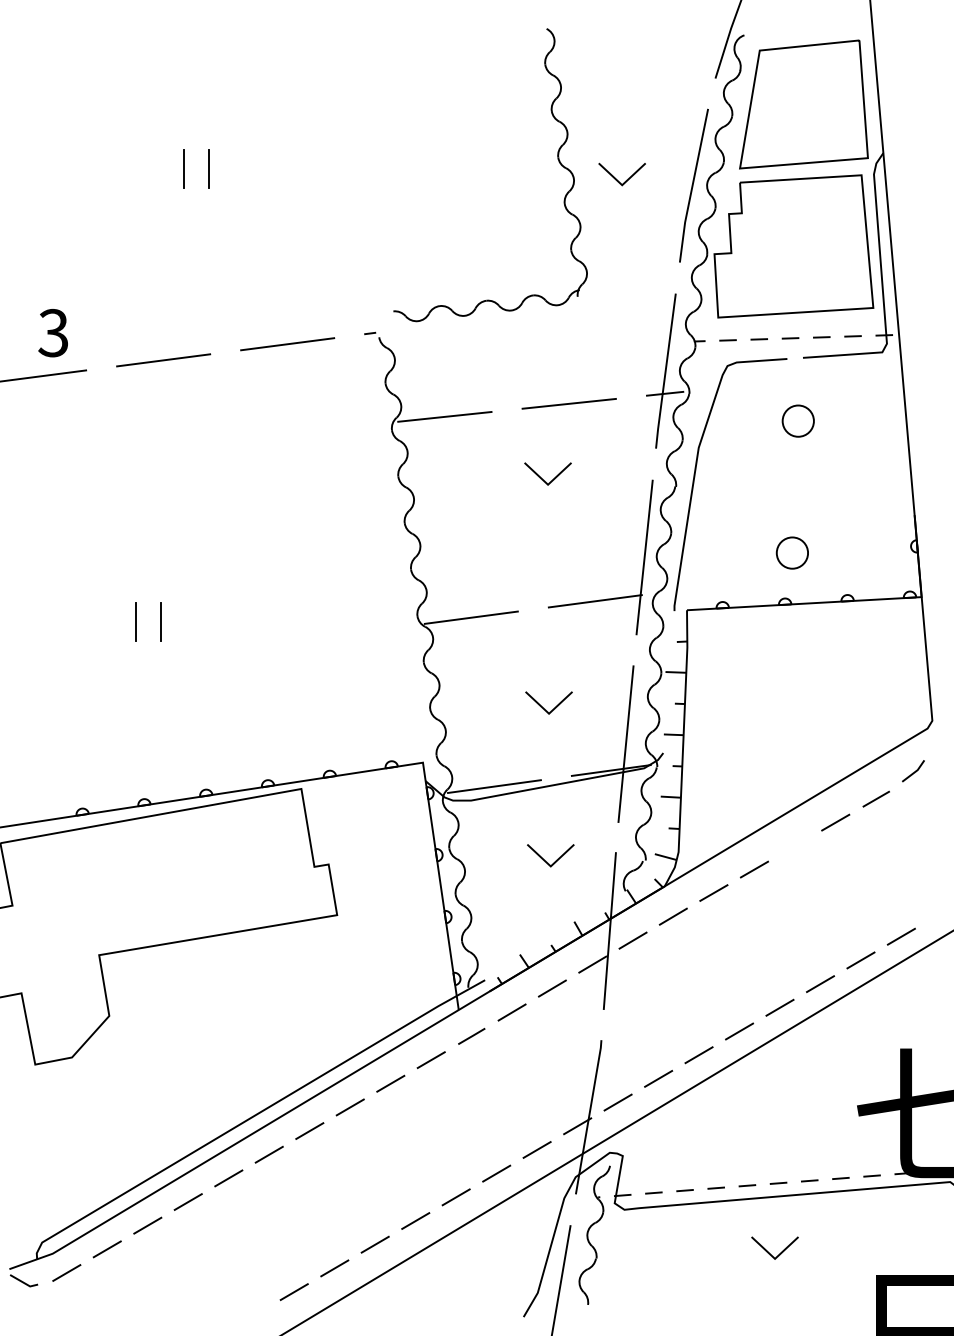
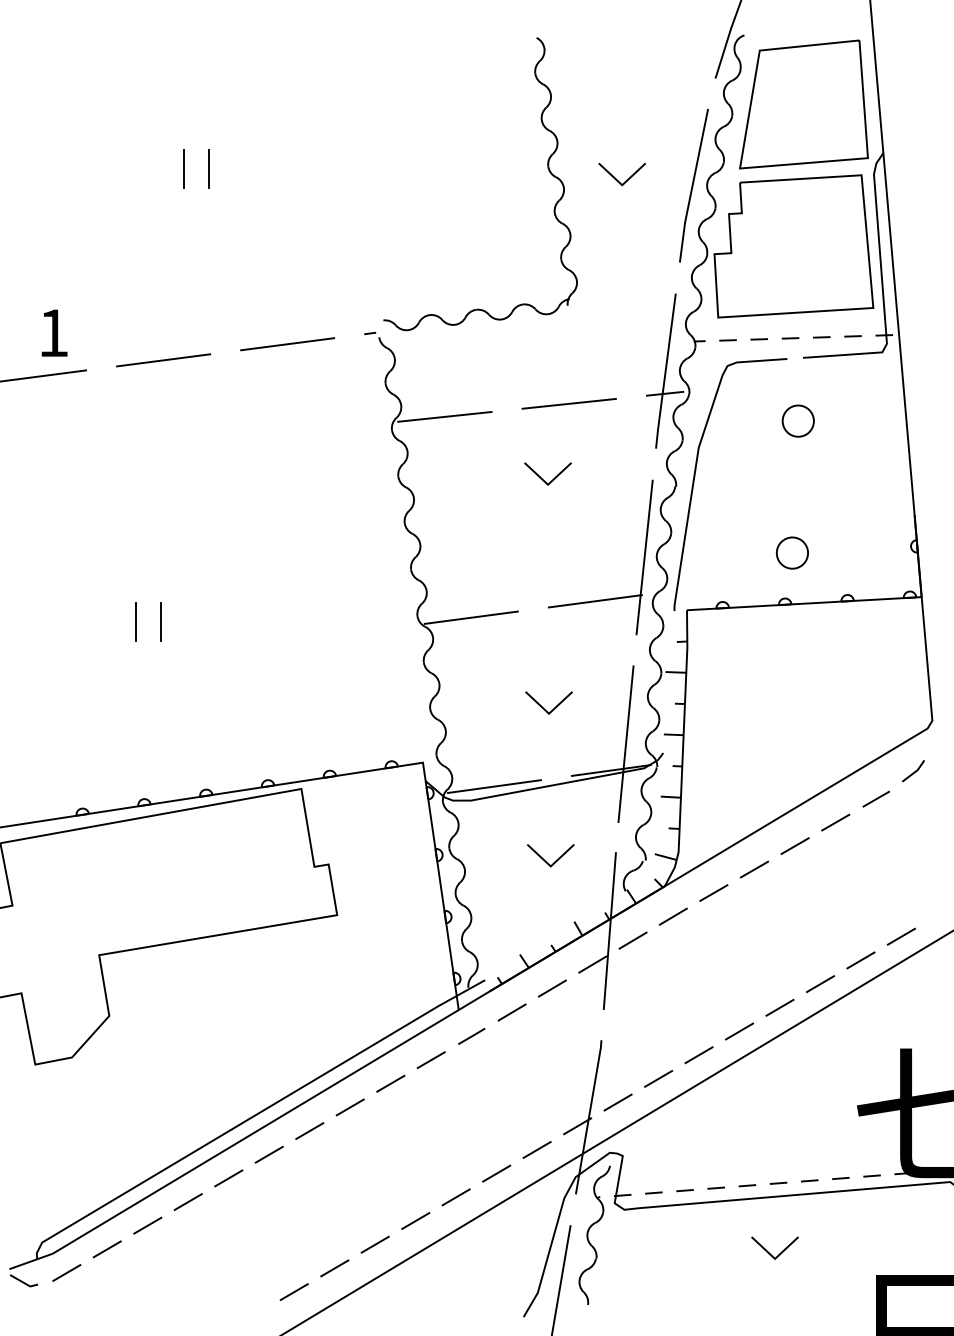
part at (557, 159) position: (557, 159) -> (547, 168)
text at (52, 332): 3 -> 1
line at (794, 845): none -> present
